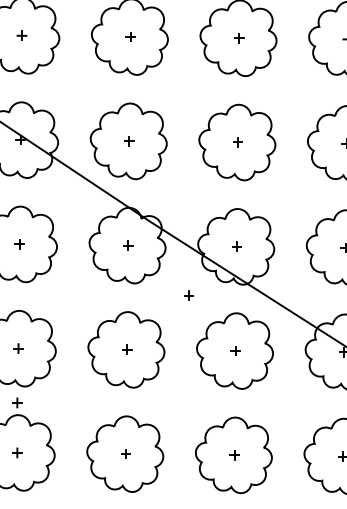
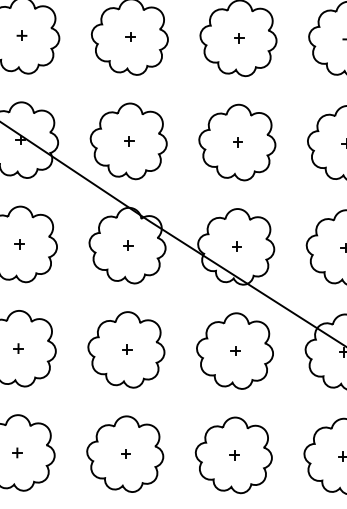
part at (188, 295): present -> none
part at (17, 402): present -> none
